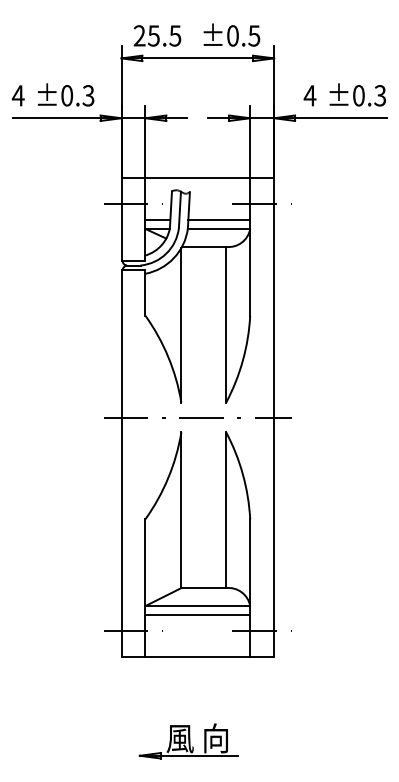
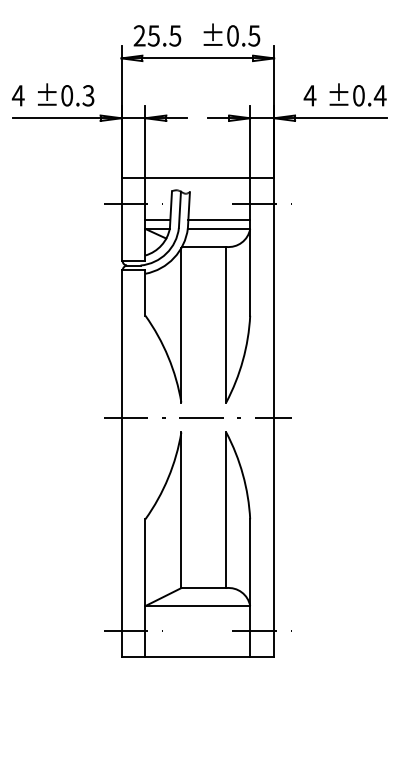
text at (379, 95): ±0.3 -> ±0.4
line at (197, 615): present -> none
part at (188, 741): present -> none
